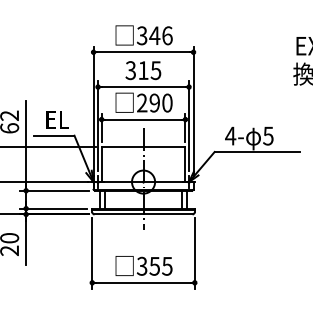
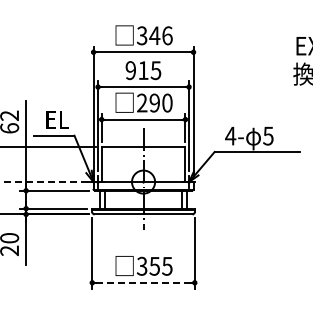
text at (130, 70): 315 -> 915
line at (44, 182): solid -> dashed
line at (143, 282): solid -> dashed
